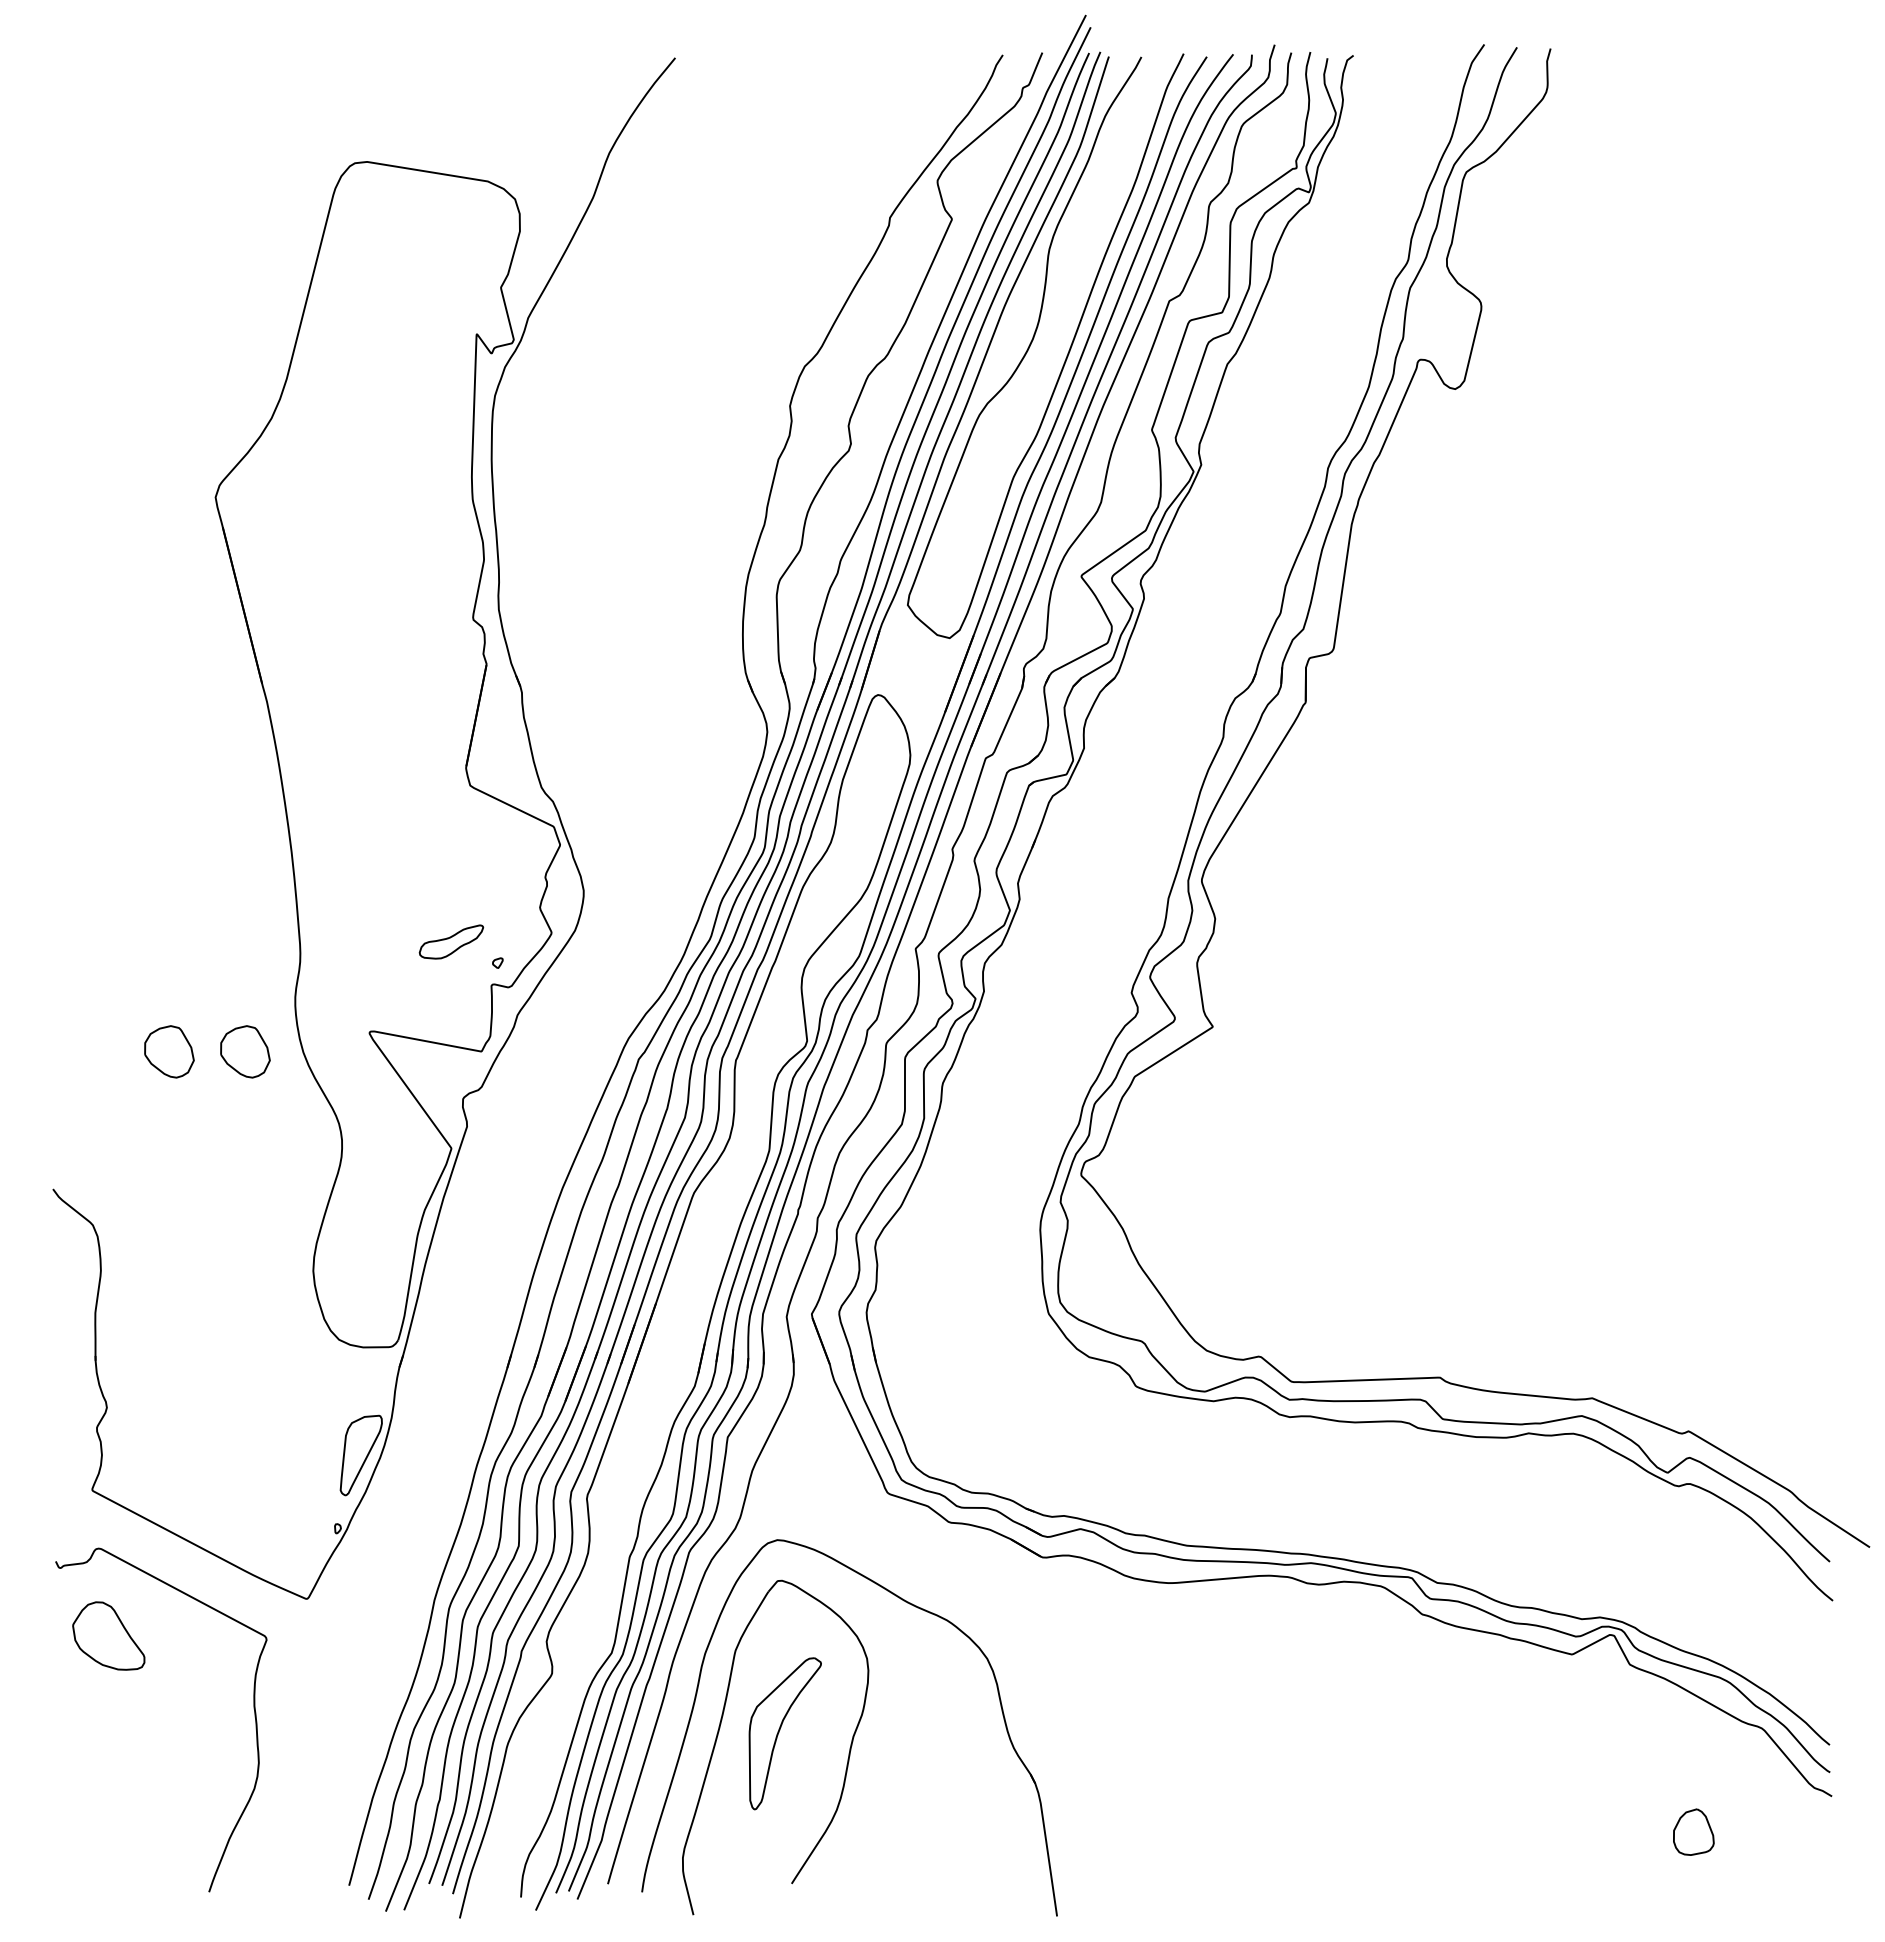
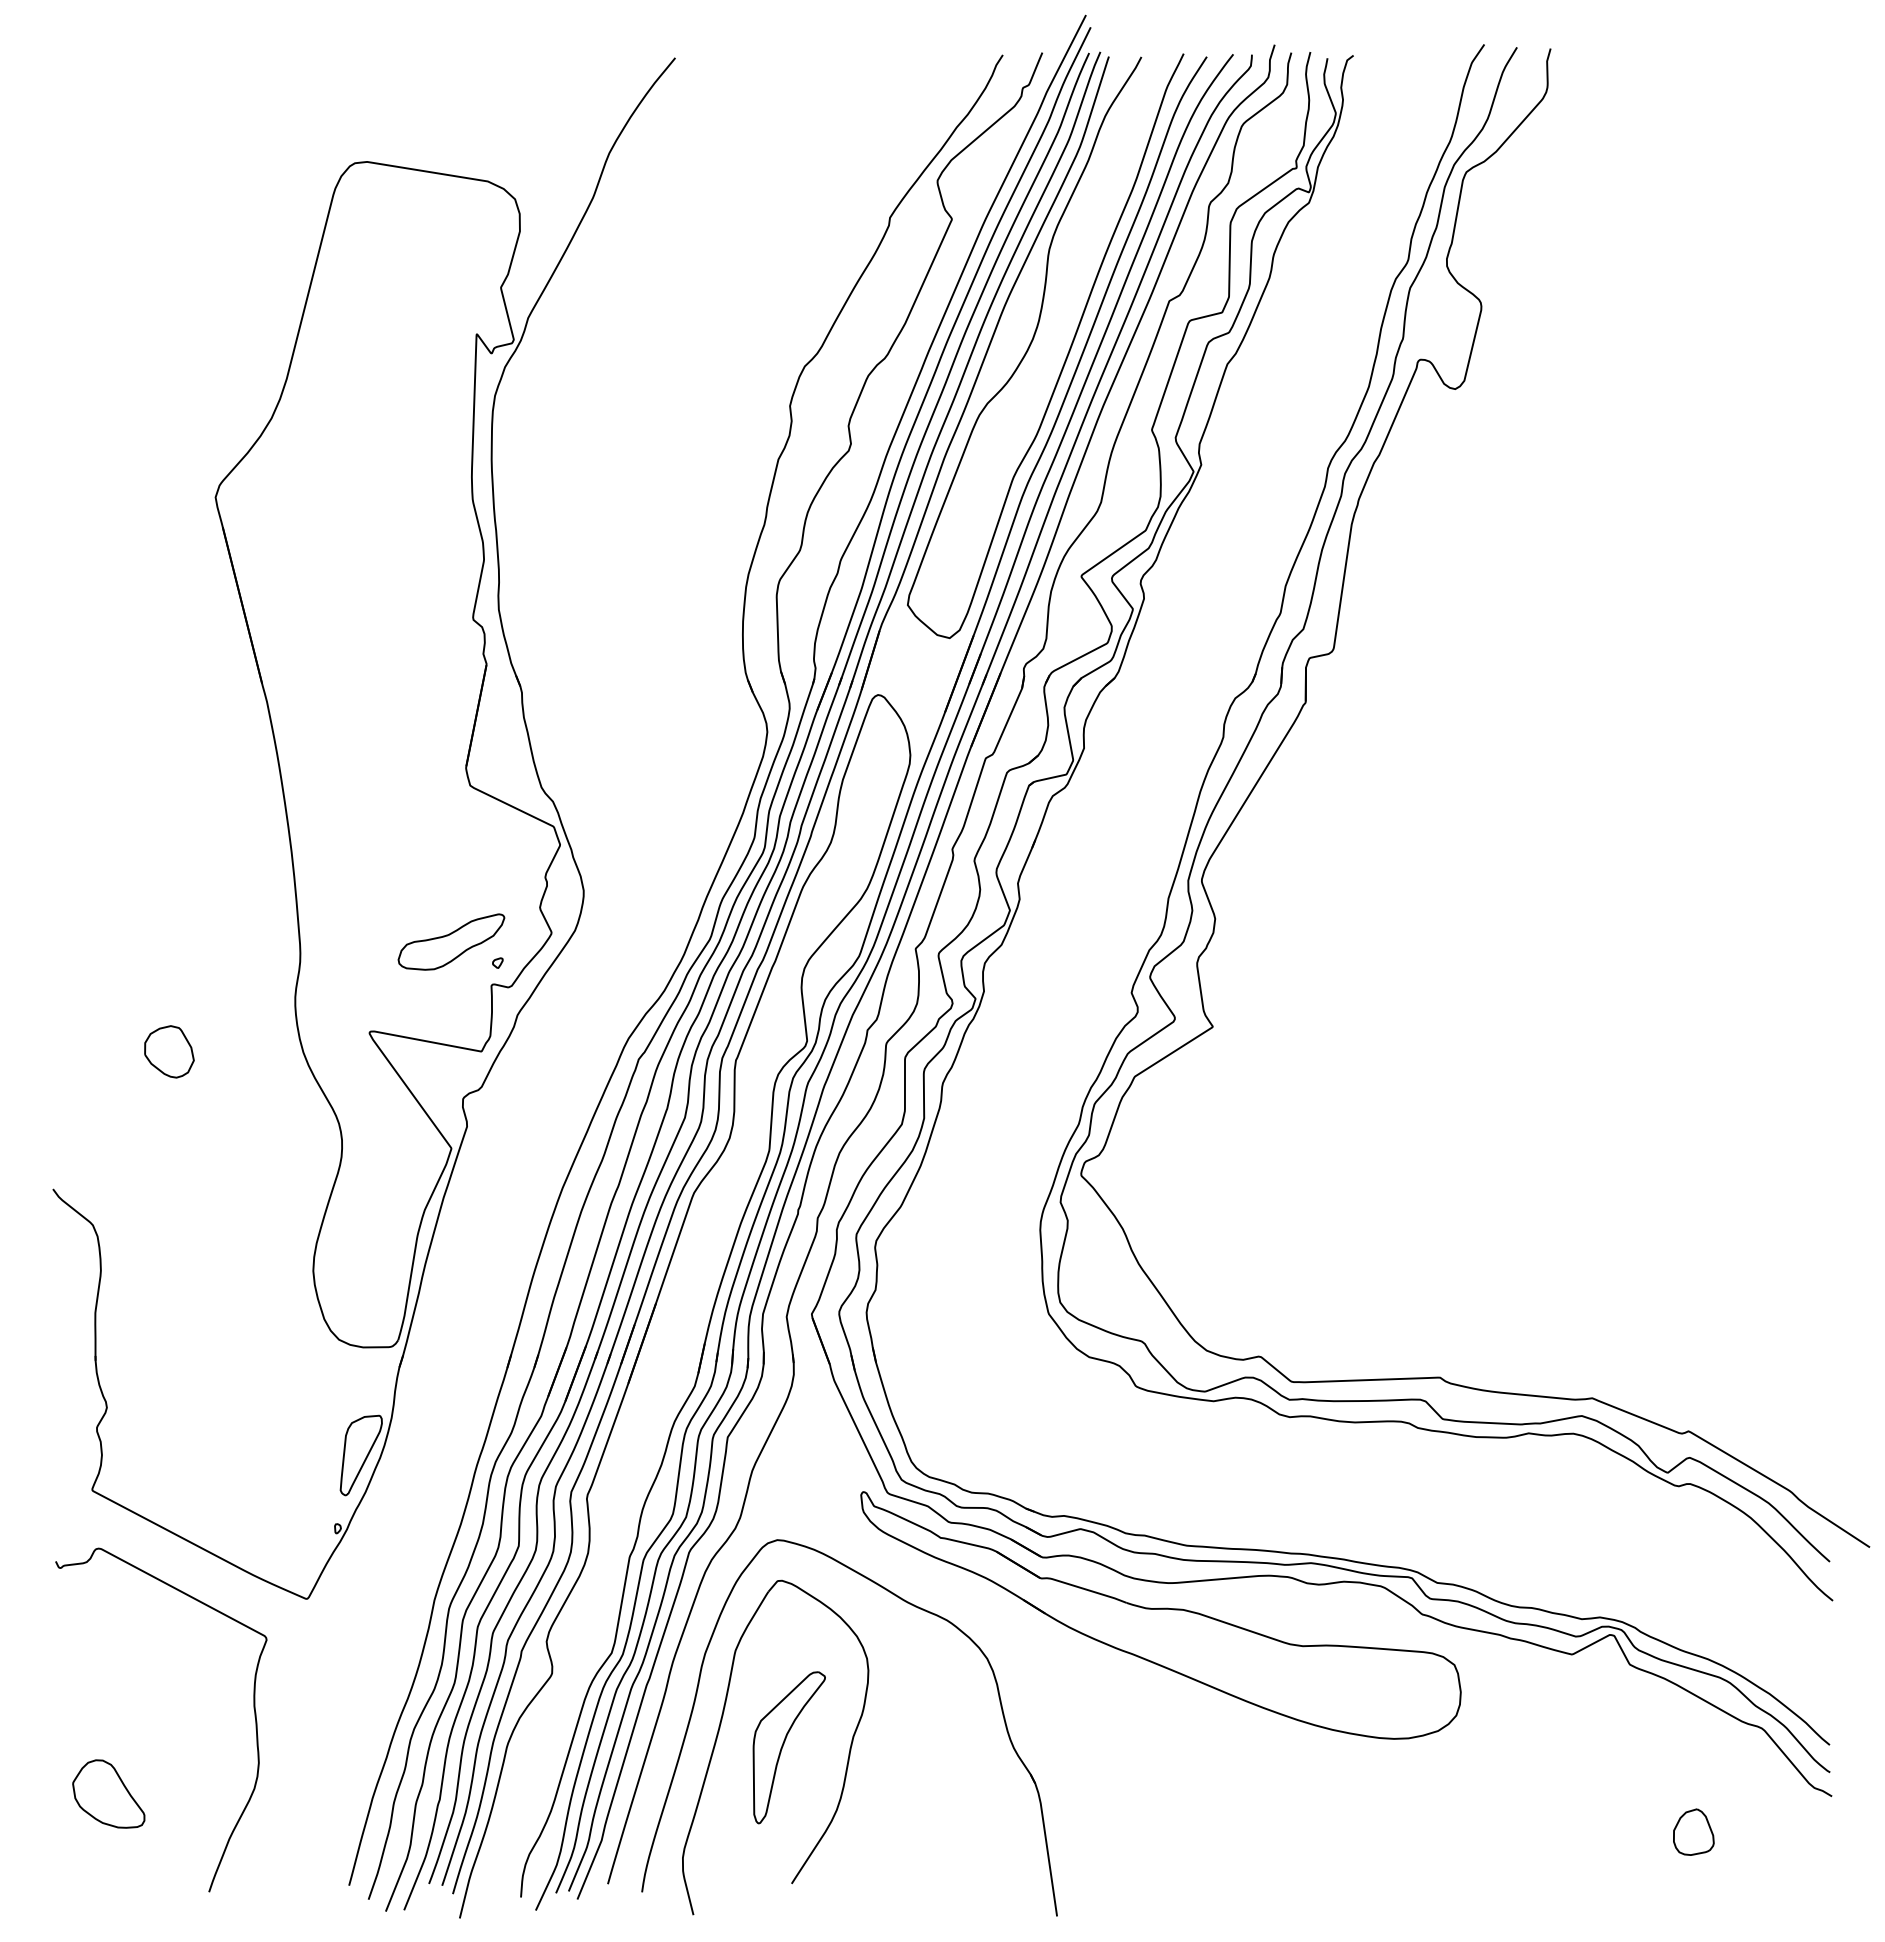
part at (451, 941) size: 67x36 px -> 109x58 px
part at (245, 1051): present -> none
part at (1160, 1615): none -> present
part at (108, 1635) position: (108, 1635) -> (108, 1793)
part at (784, 1733) position: (784, 1733) -> (788, 1747)
